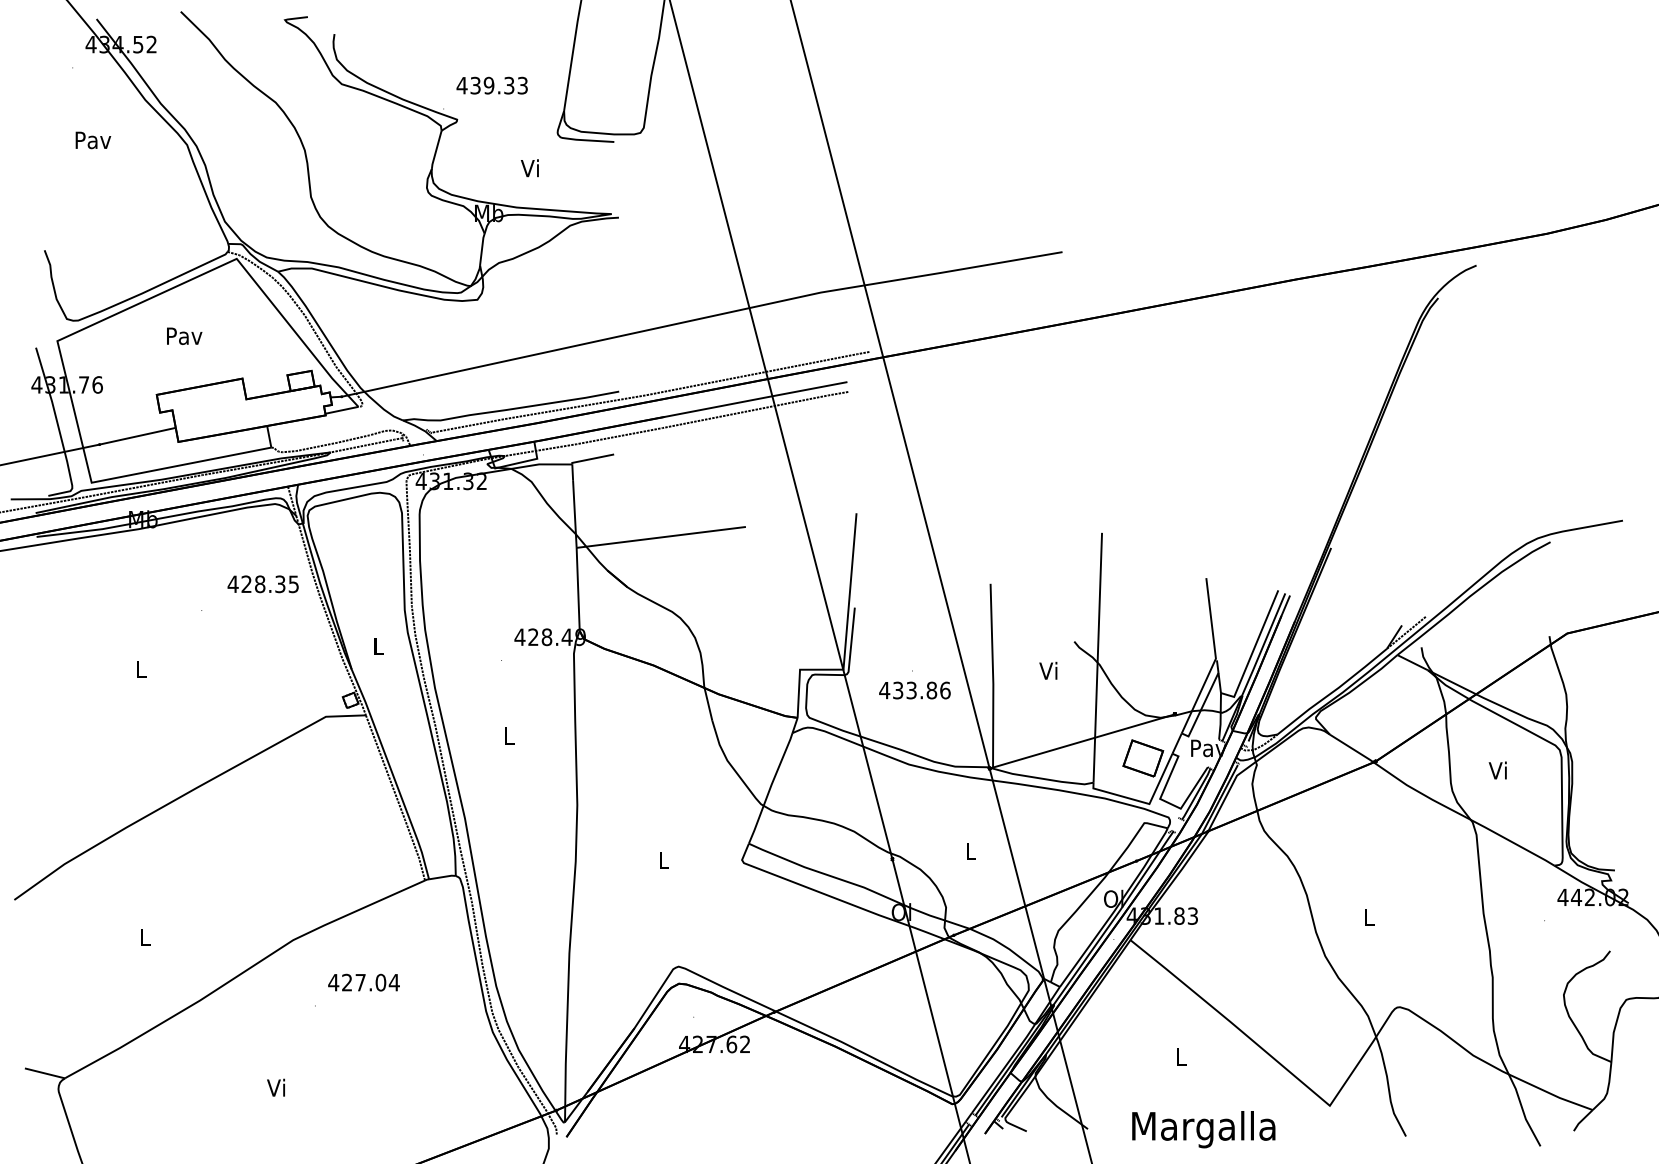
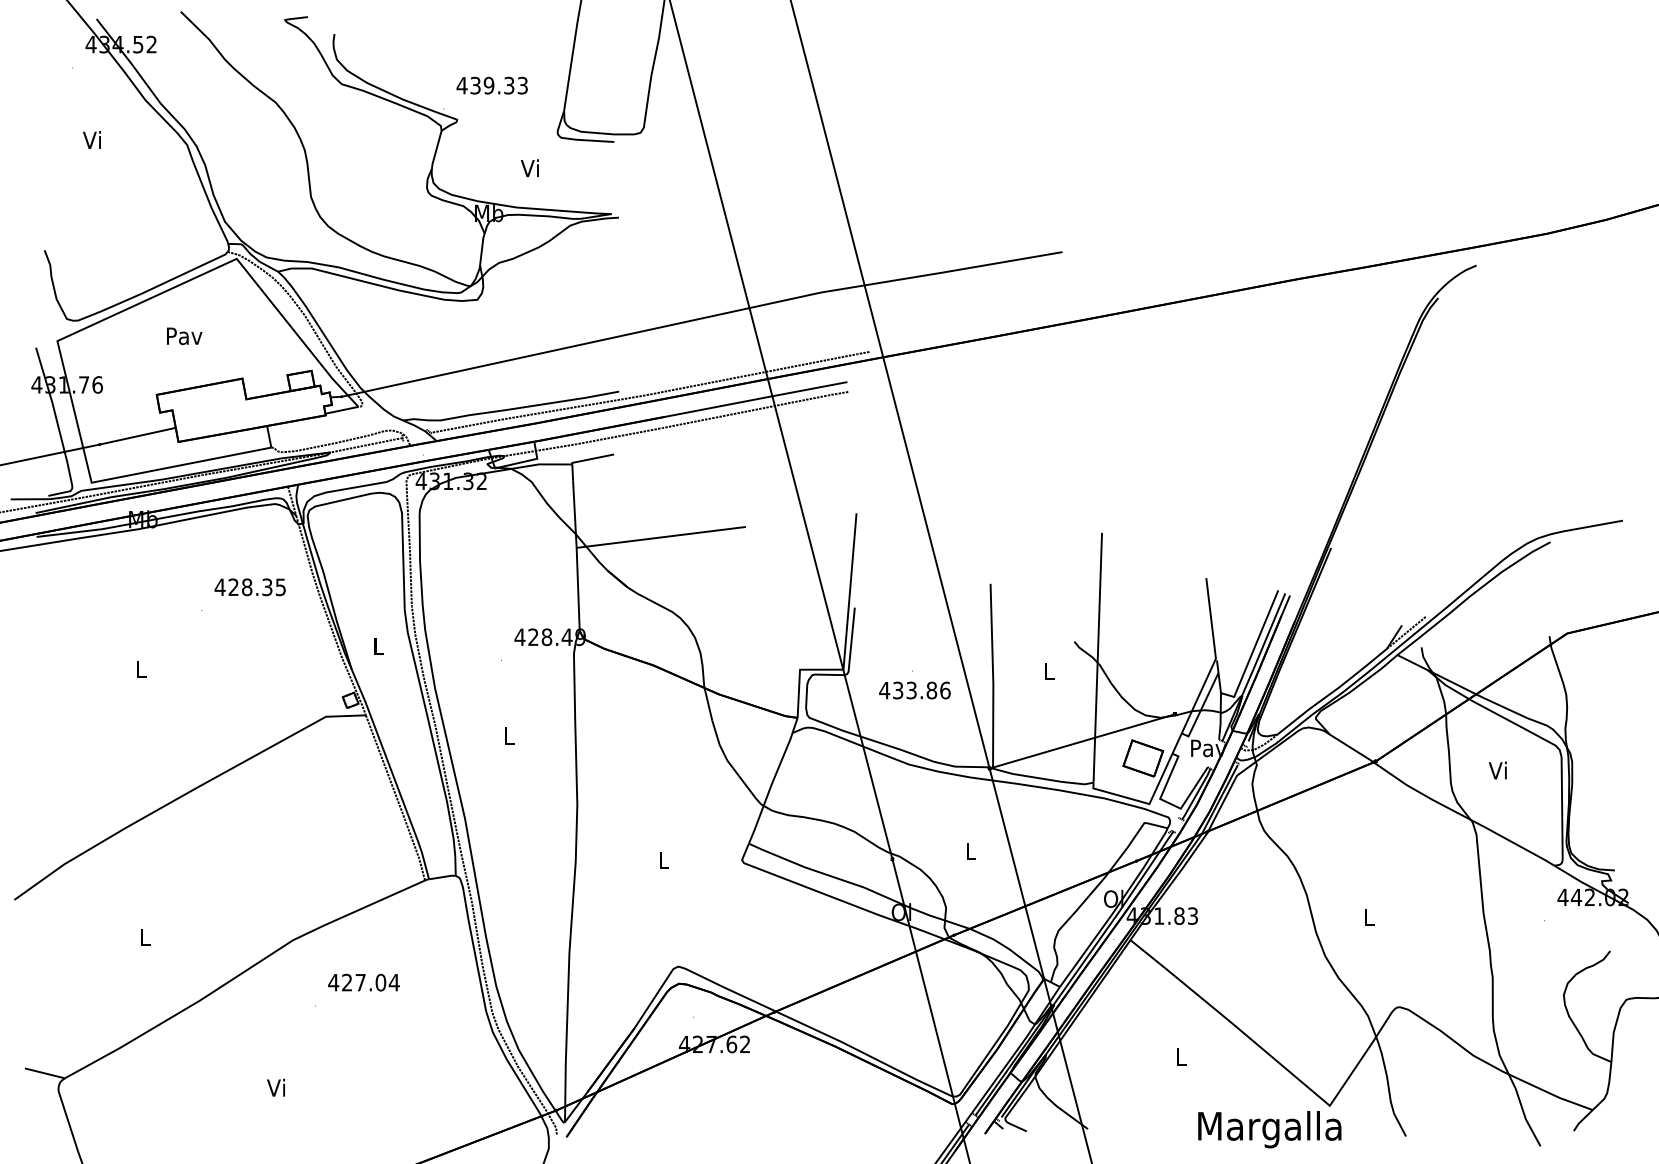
text at (93, 140): Pav -> Vi
text at (262, 584) position: (262, 584) -> (249, 587)
text at (1048, 670): Vi -> L
text at (1203, 1129) position: (1203, 1129) -> (1269, 1129)
